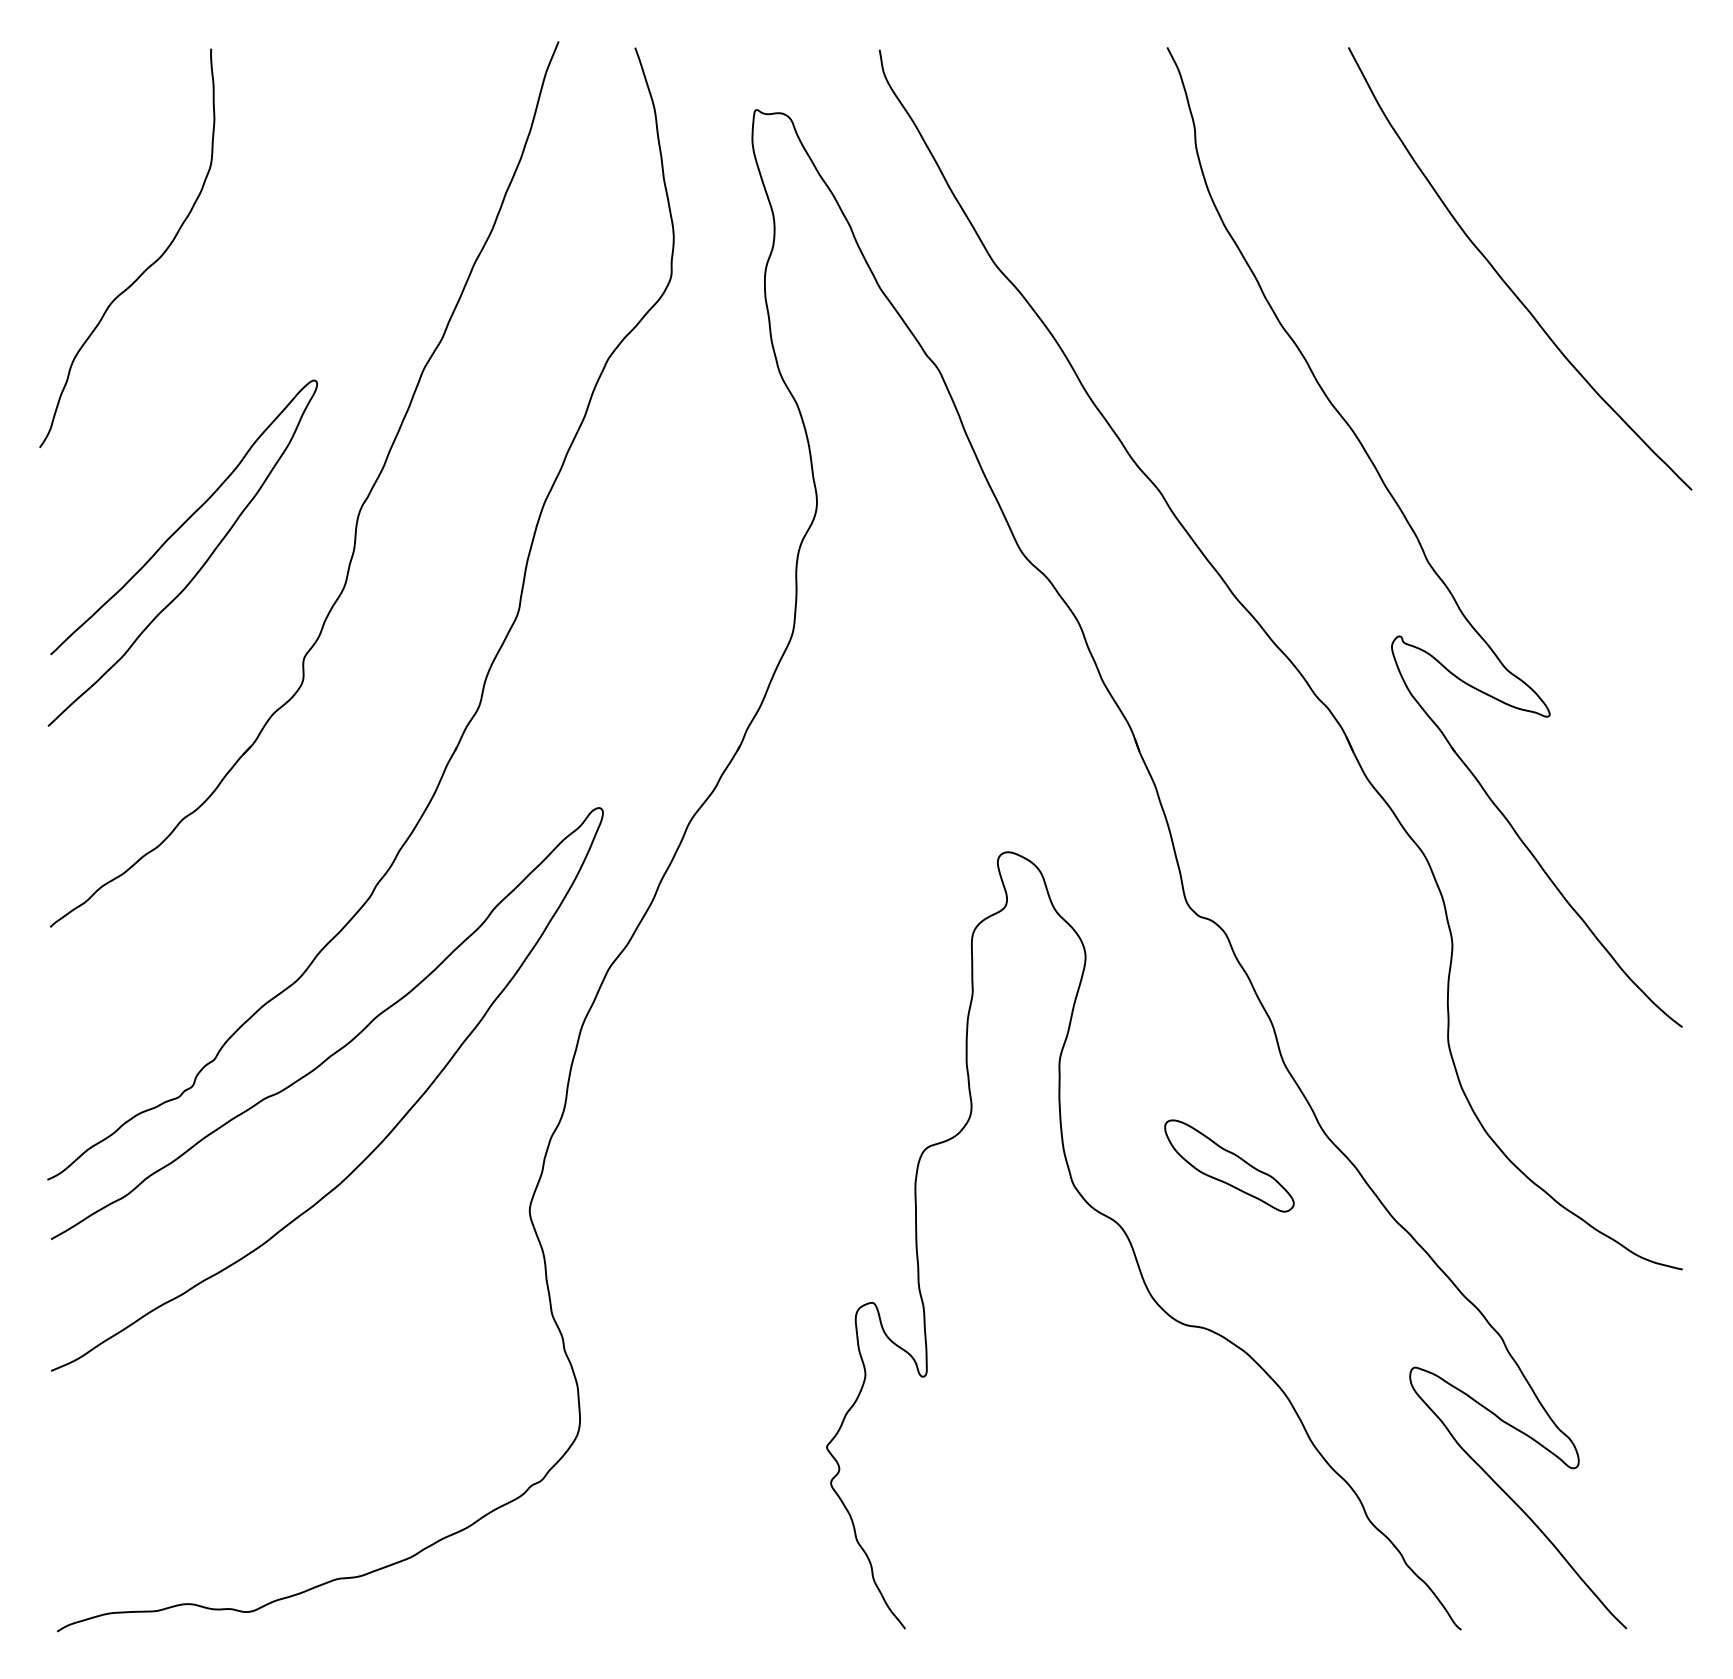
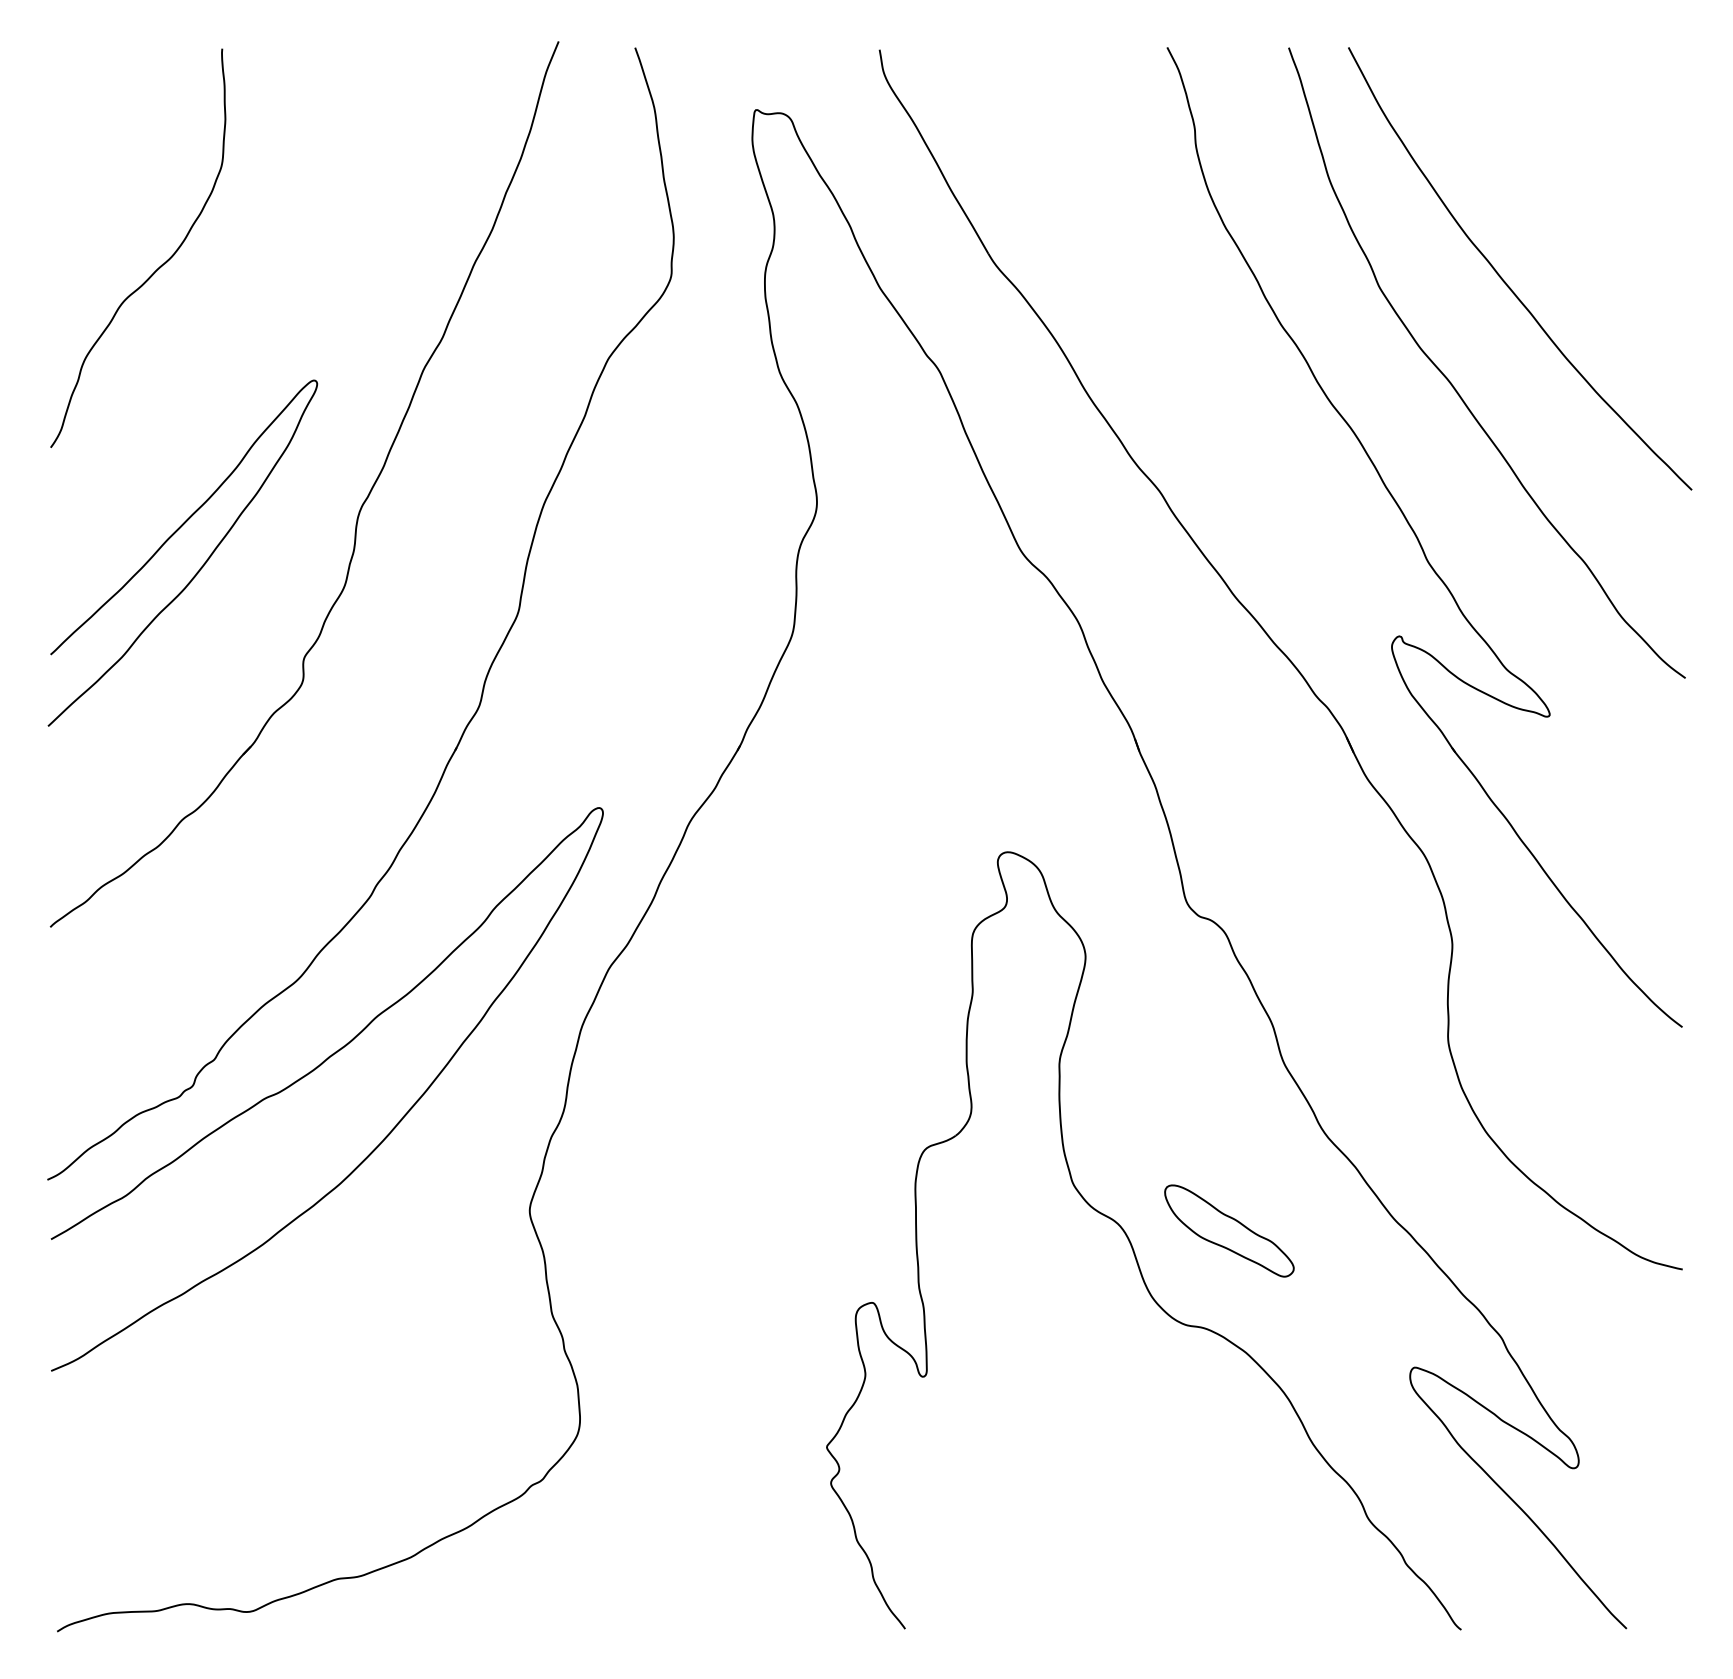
curve at (147, 267) position: (147, 267) -> (158, 267)
curve at (1454, 386): none -> present
part at (1229, 1165) position: (1229, 1165) -> (1229, 1230)
